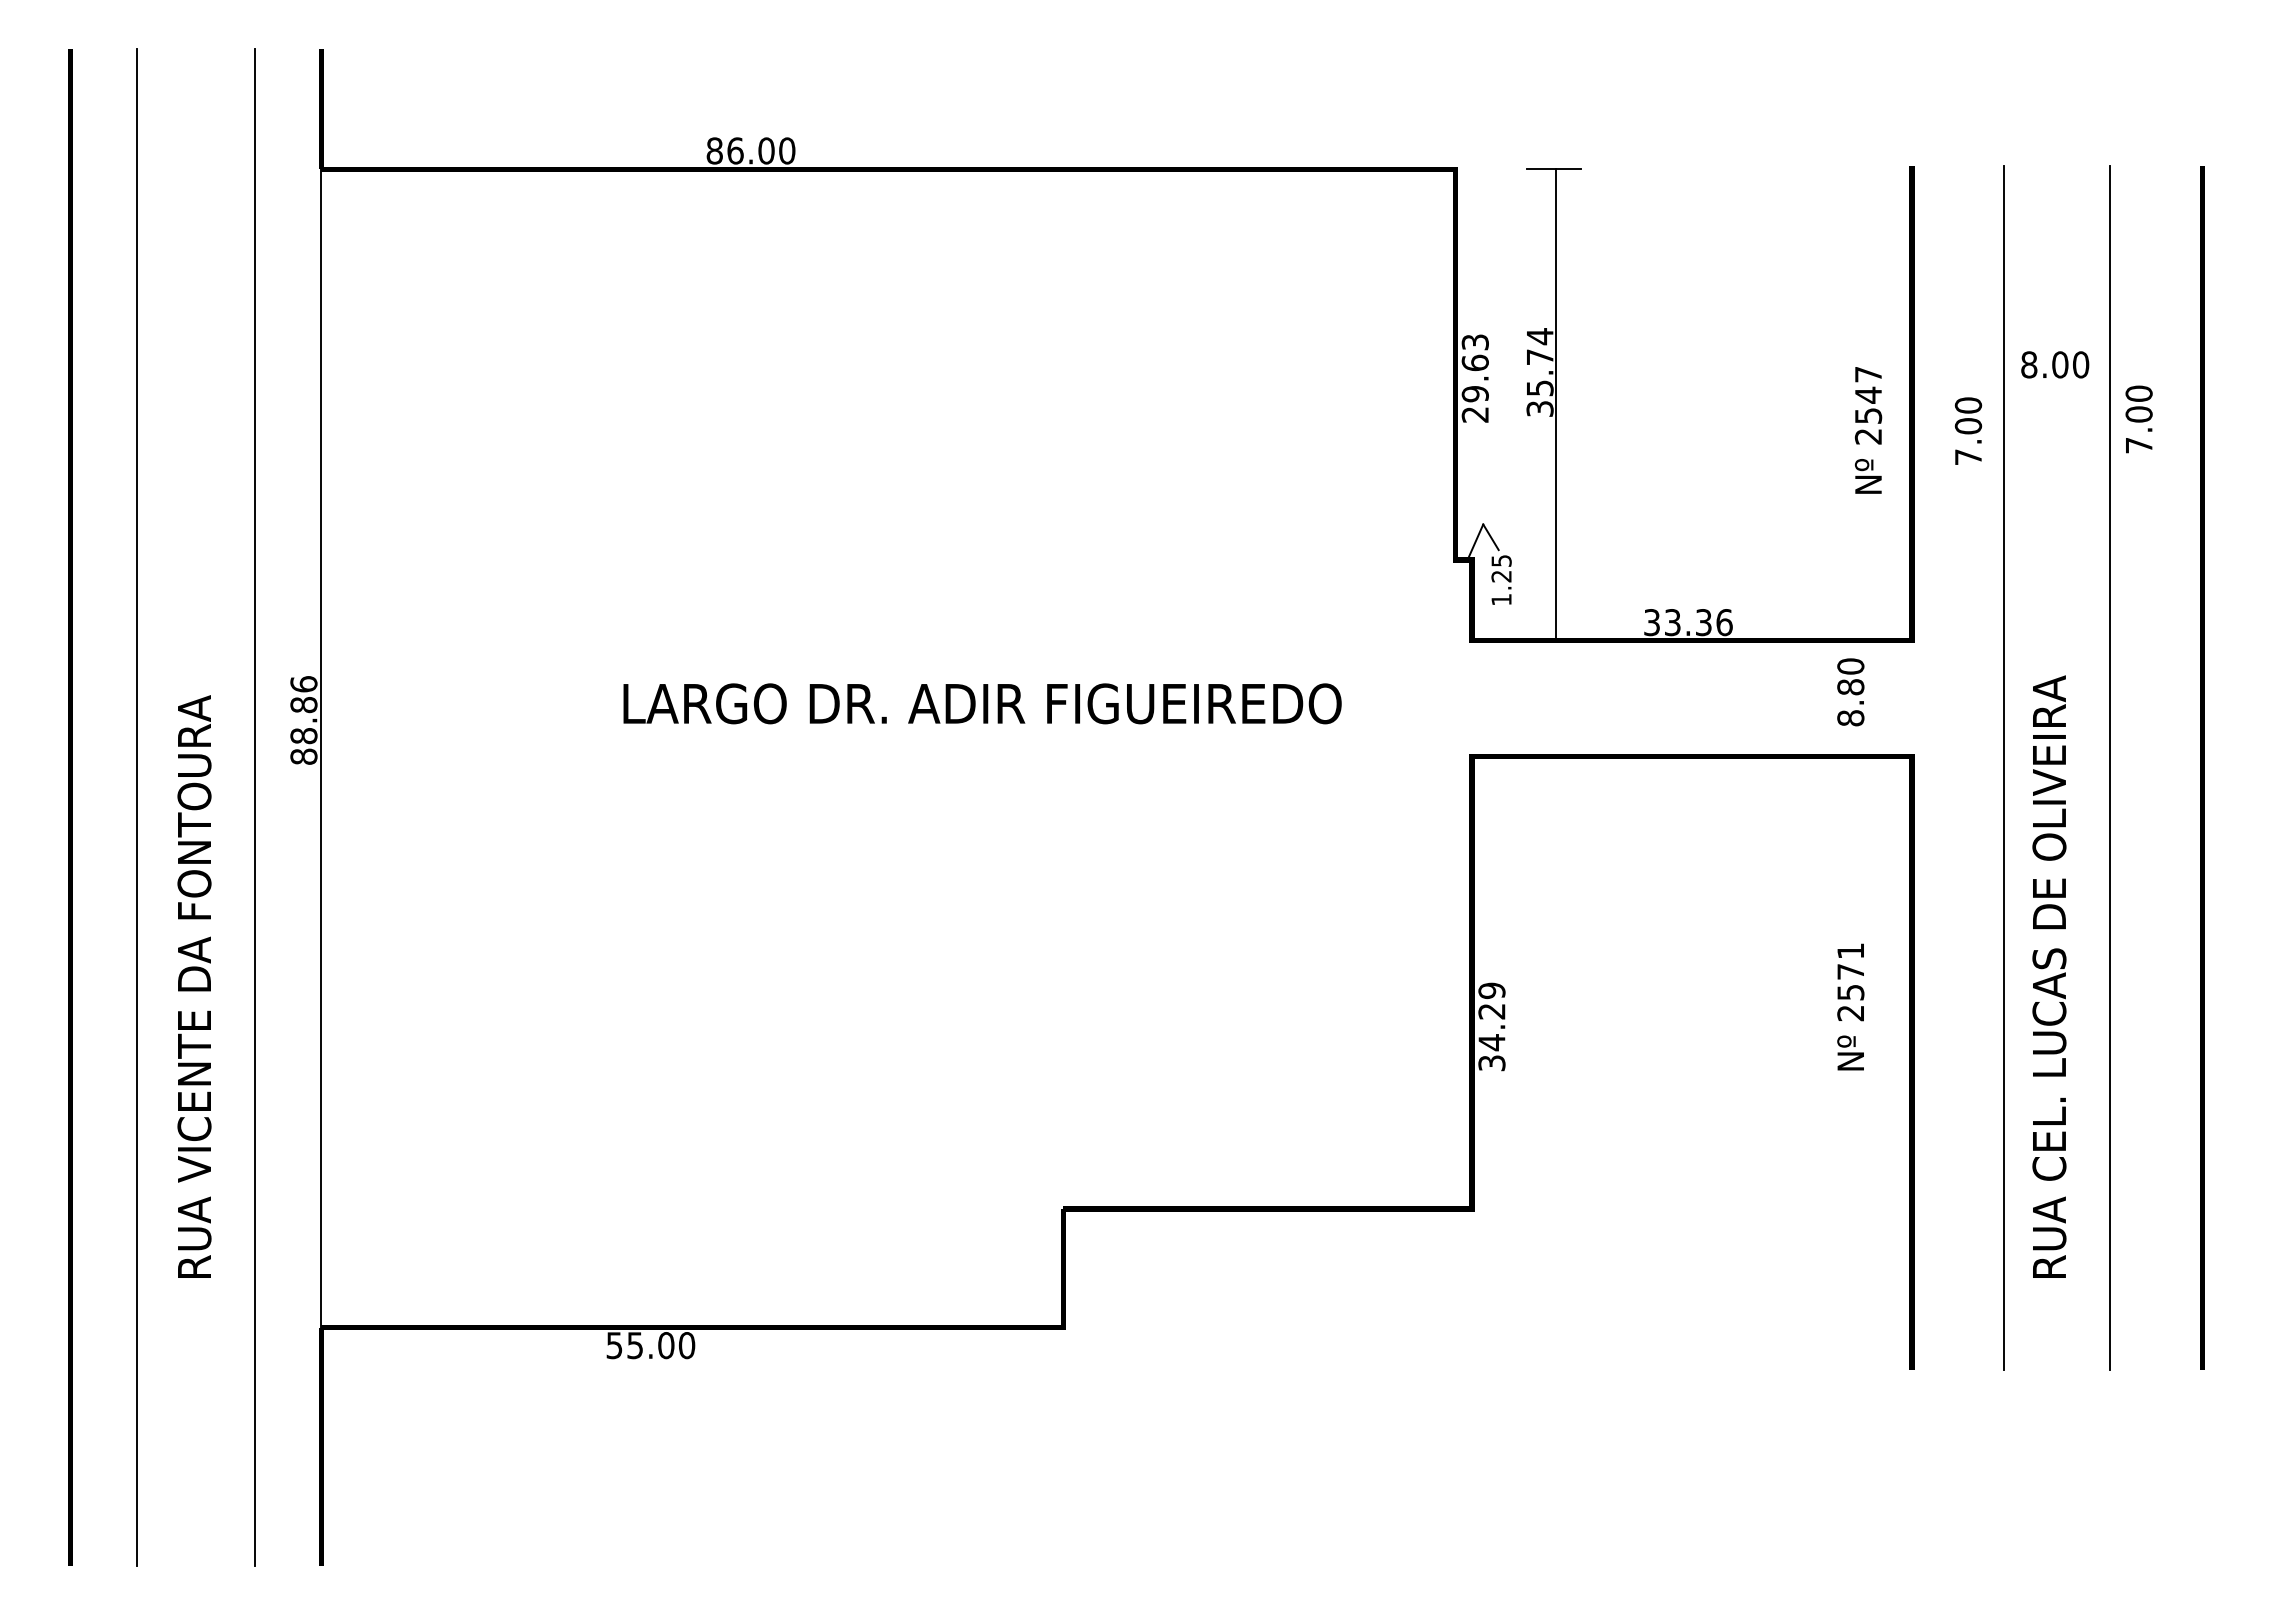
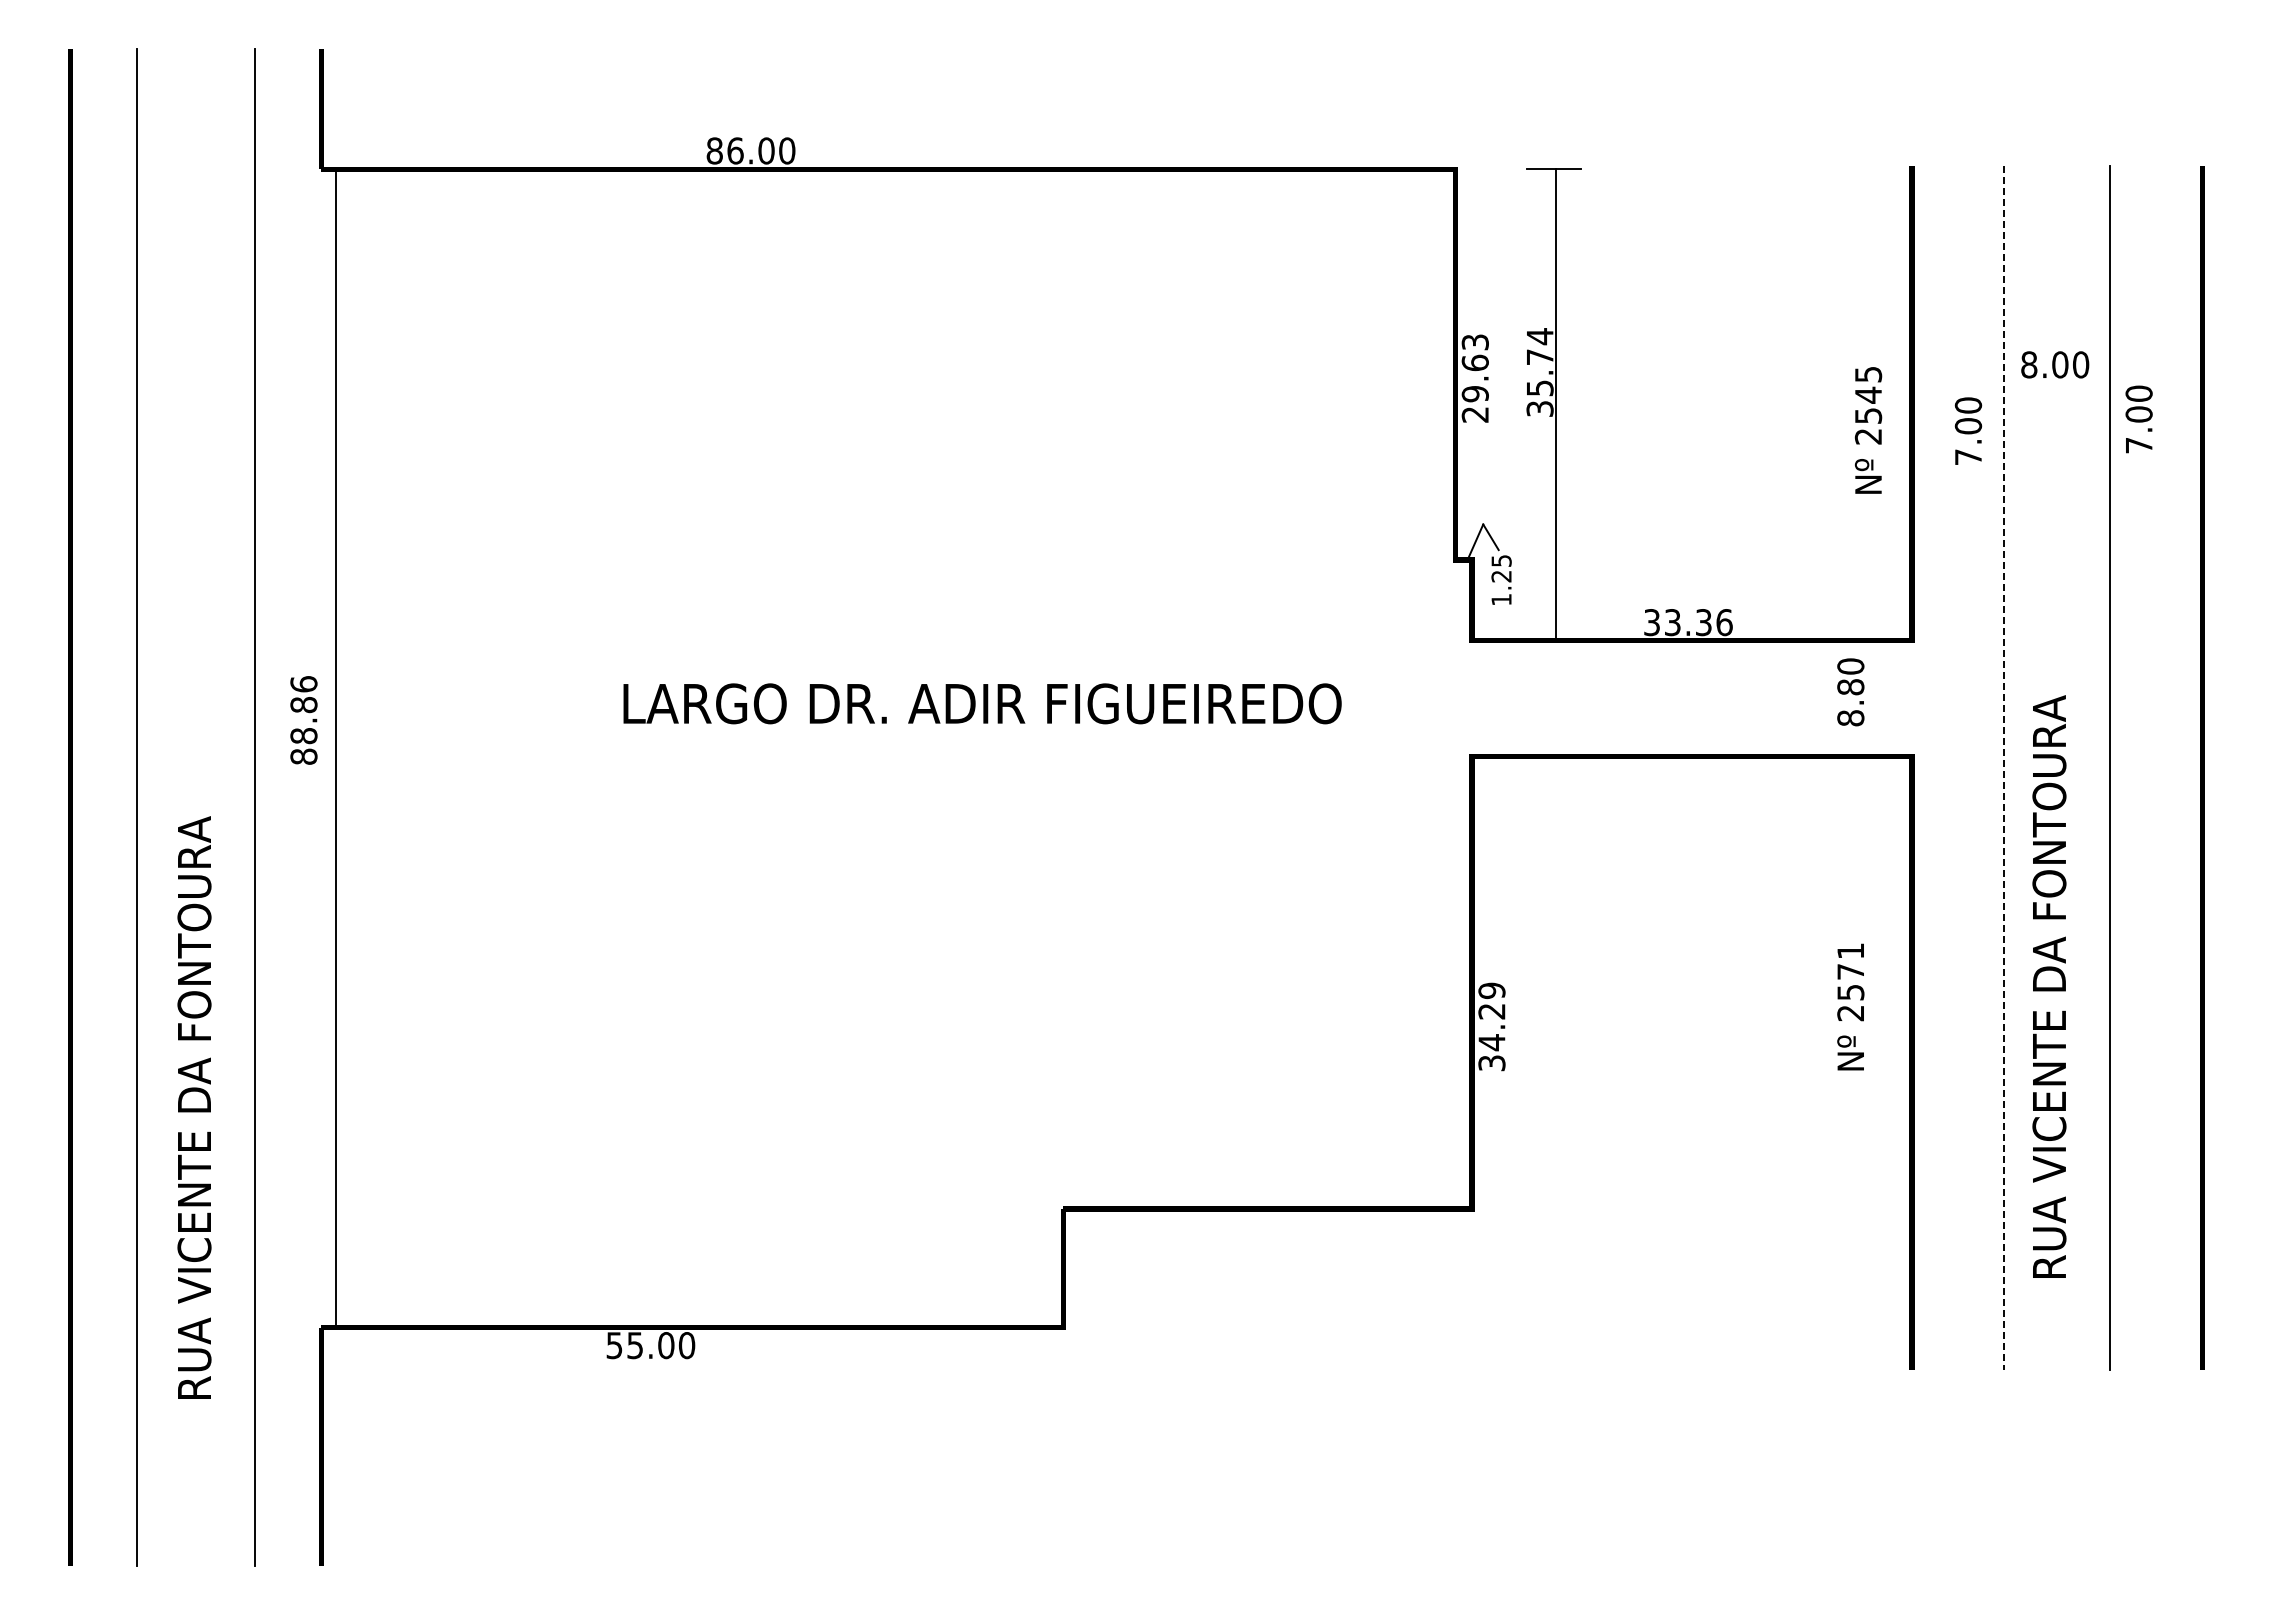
text at (1868, 374): 2547 -> 2545
line at (321, 748) position: (321, 748) -> (336, 748)
line at (2004, 768): solid -> dashed
text at (2049, 928): RUA CEL. LUCAS DE OLIVEIRA -> RUA VICENTE DA FONTOURA
text at (194, 986) position: (194, 986) -> (194, 1107)
